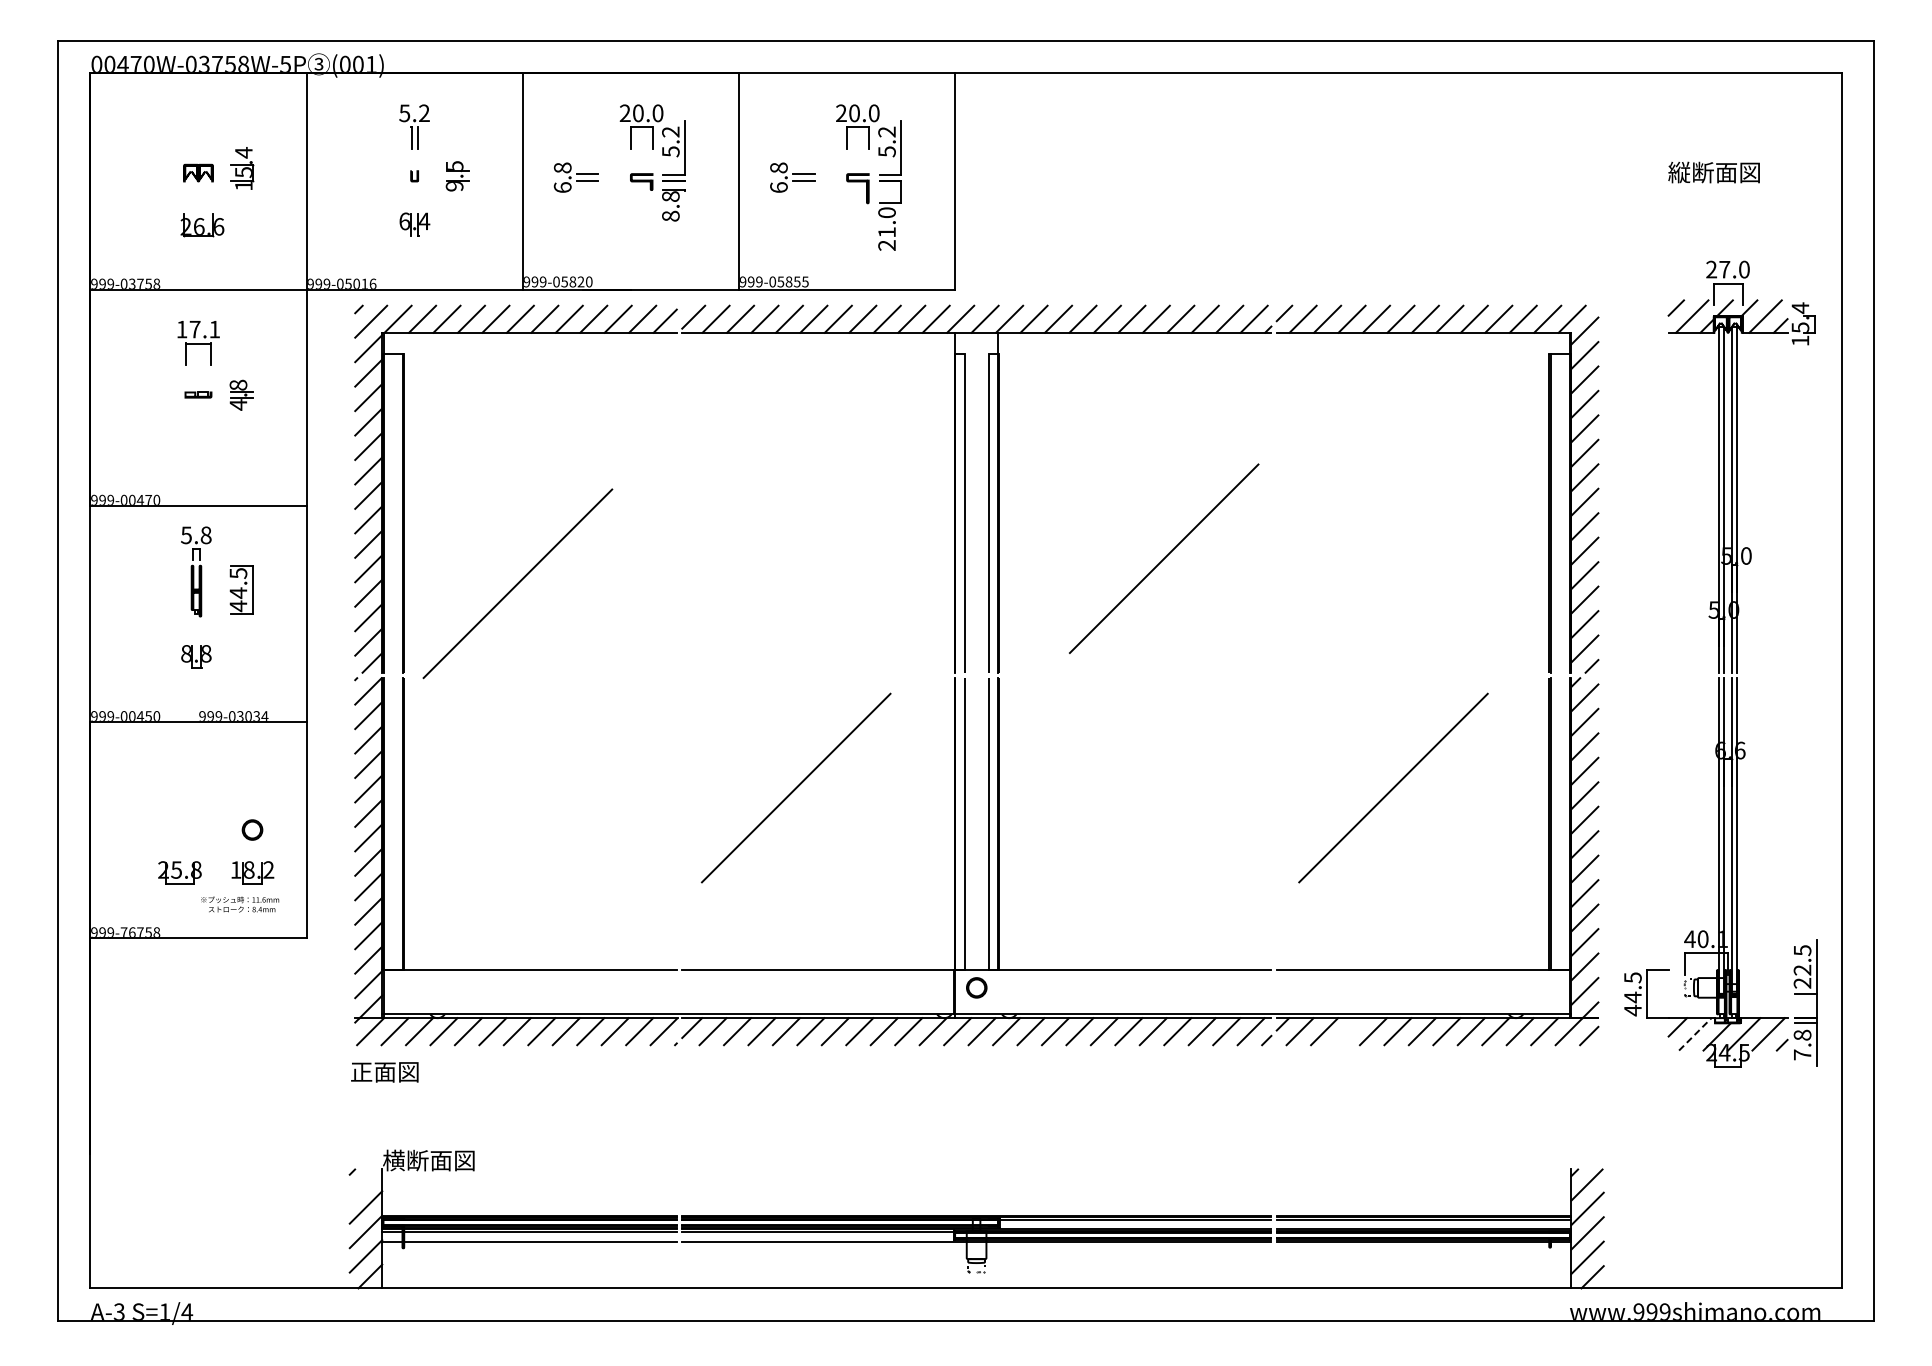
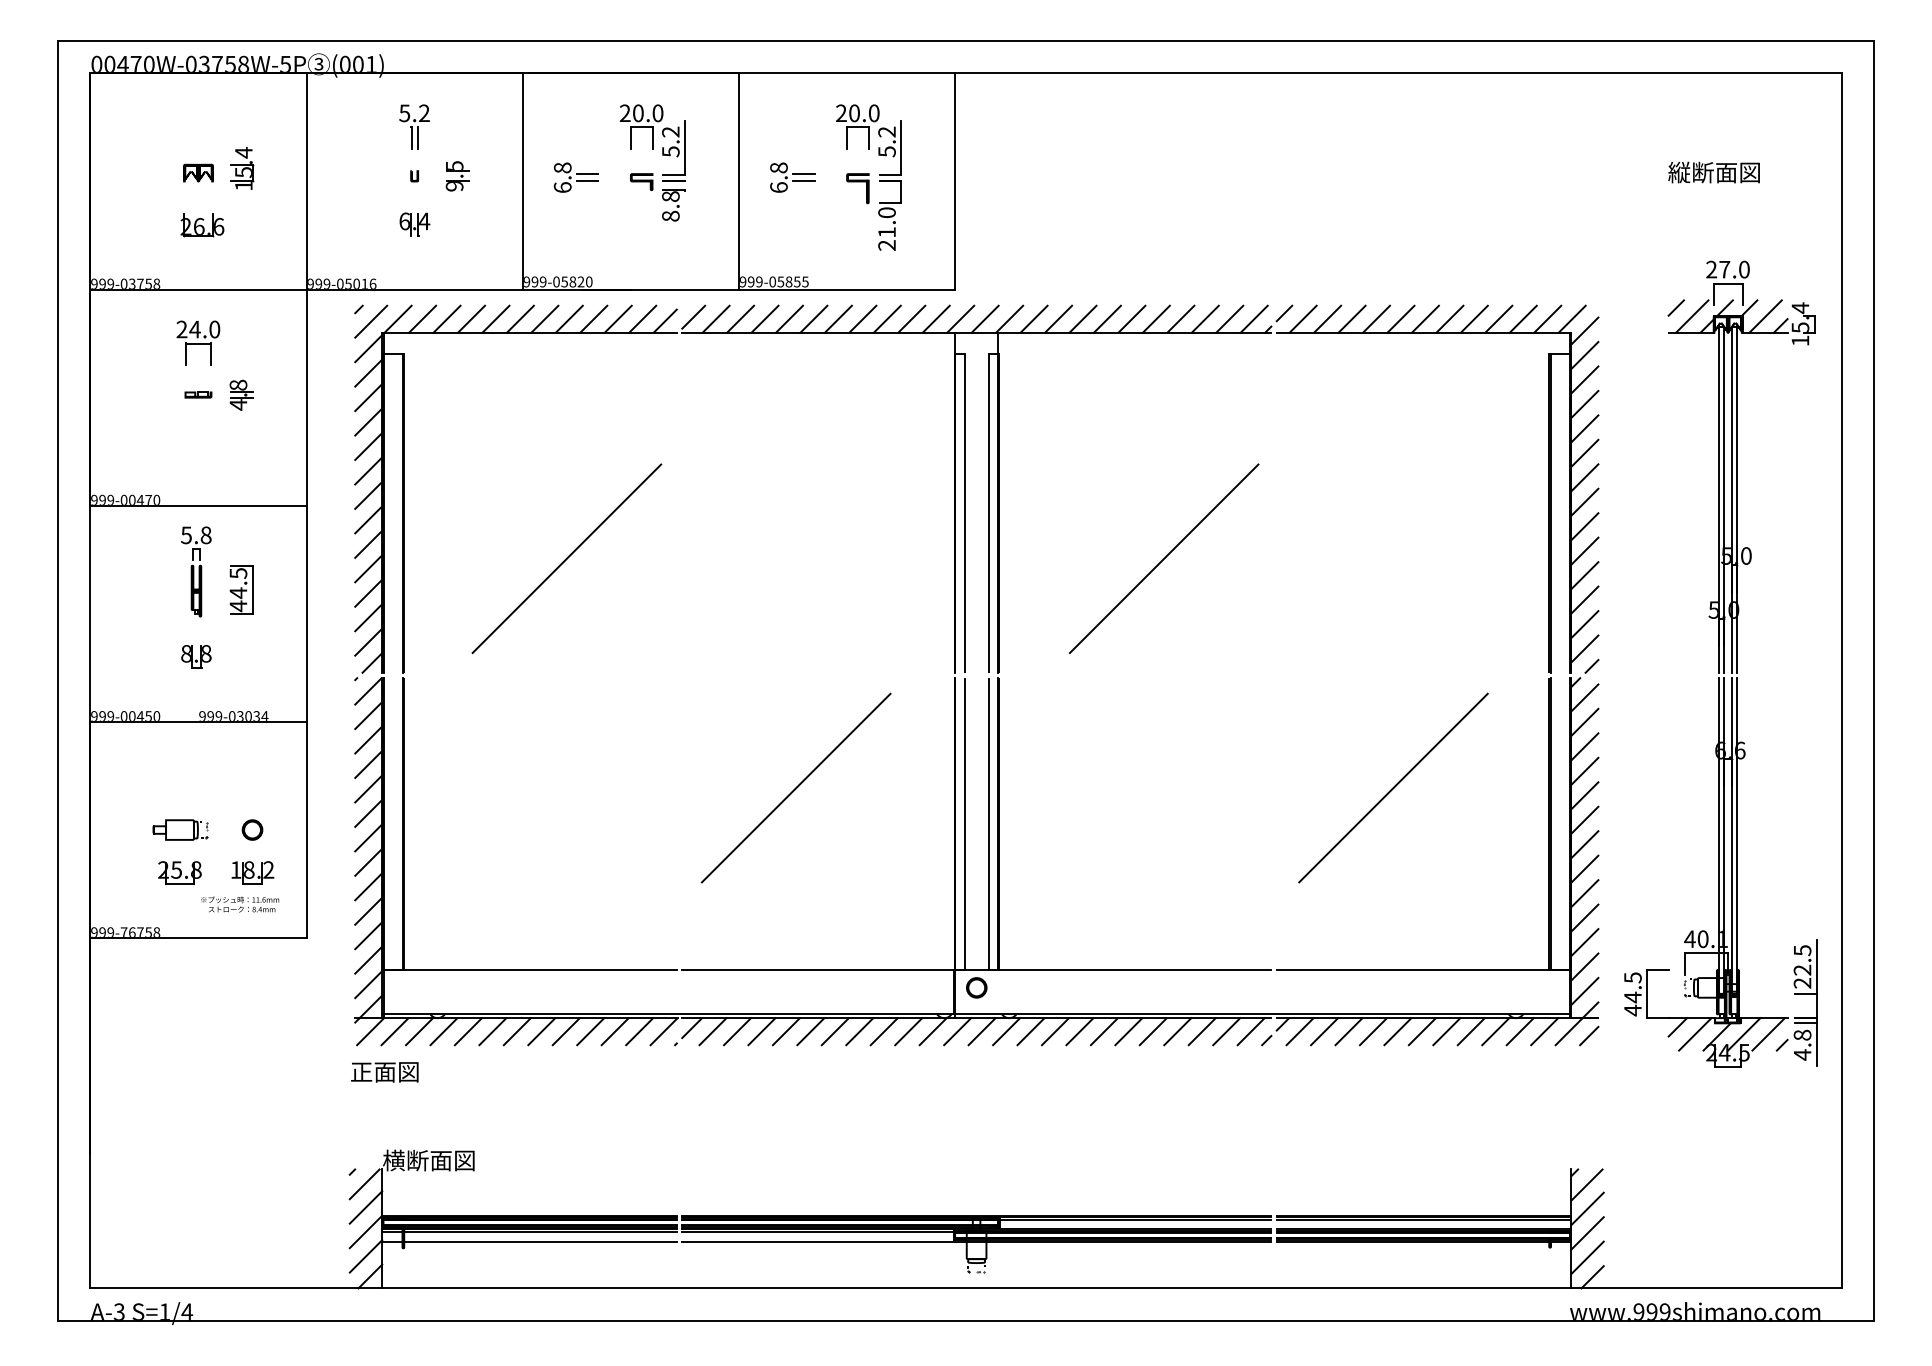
text at (198, 329): 17.1 -> 24.0
line at (517, 583) position: (517, 583) -> (566, 558)
part at (180, 829): none -> present
line at (1348, 1031): none -> present
line at (1695, 1034): dashed -> solid
text at (1802, 1054): 7.8 -> 4.8
line at (364, 1184): none -> present
